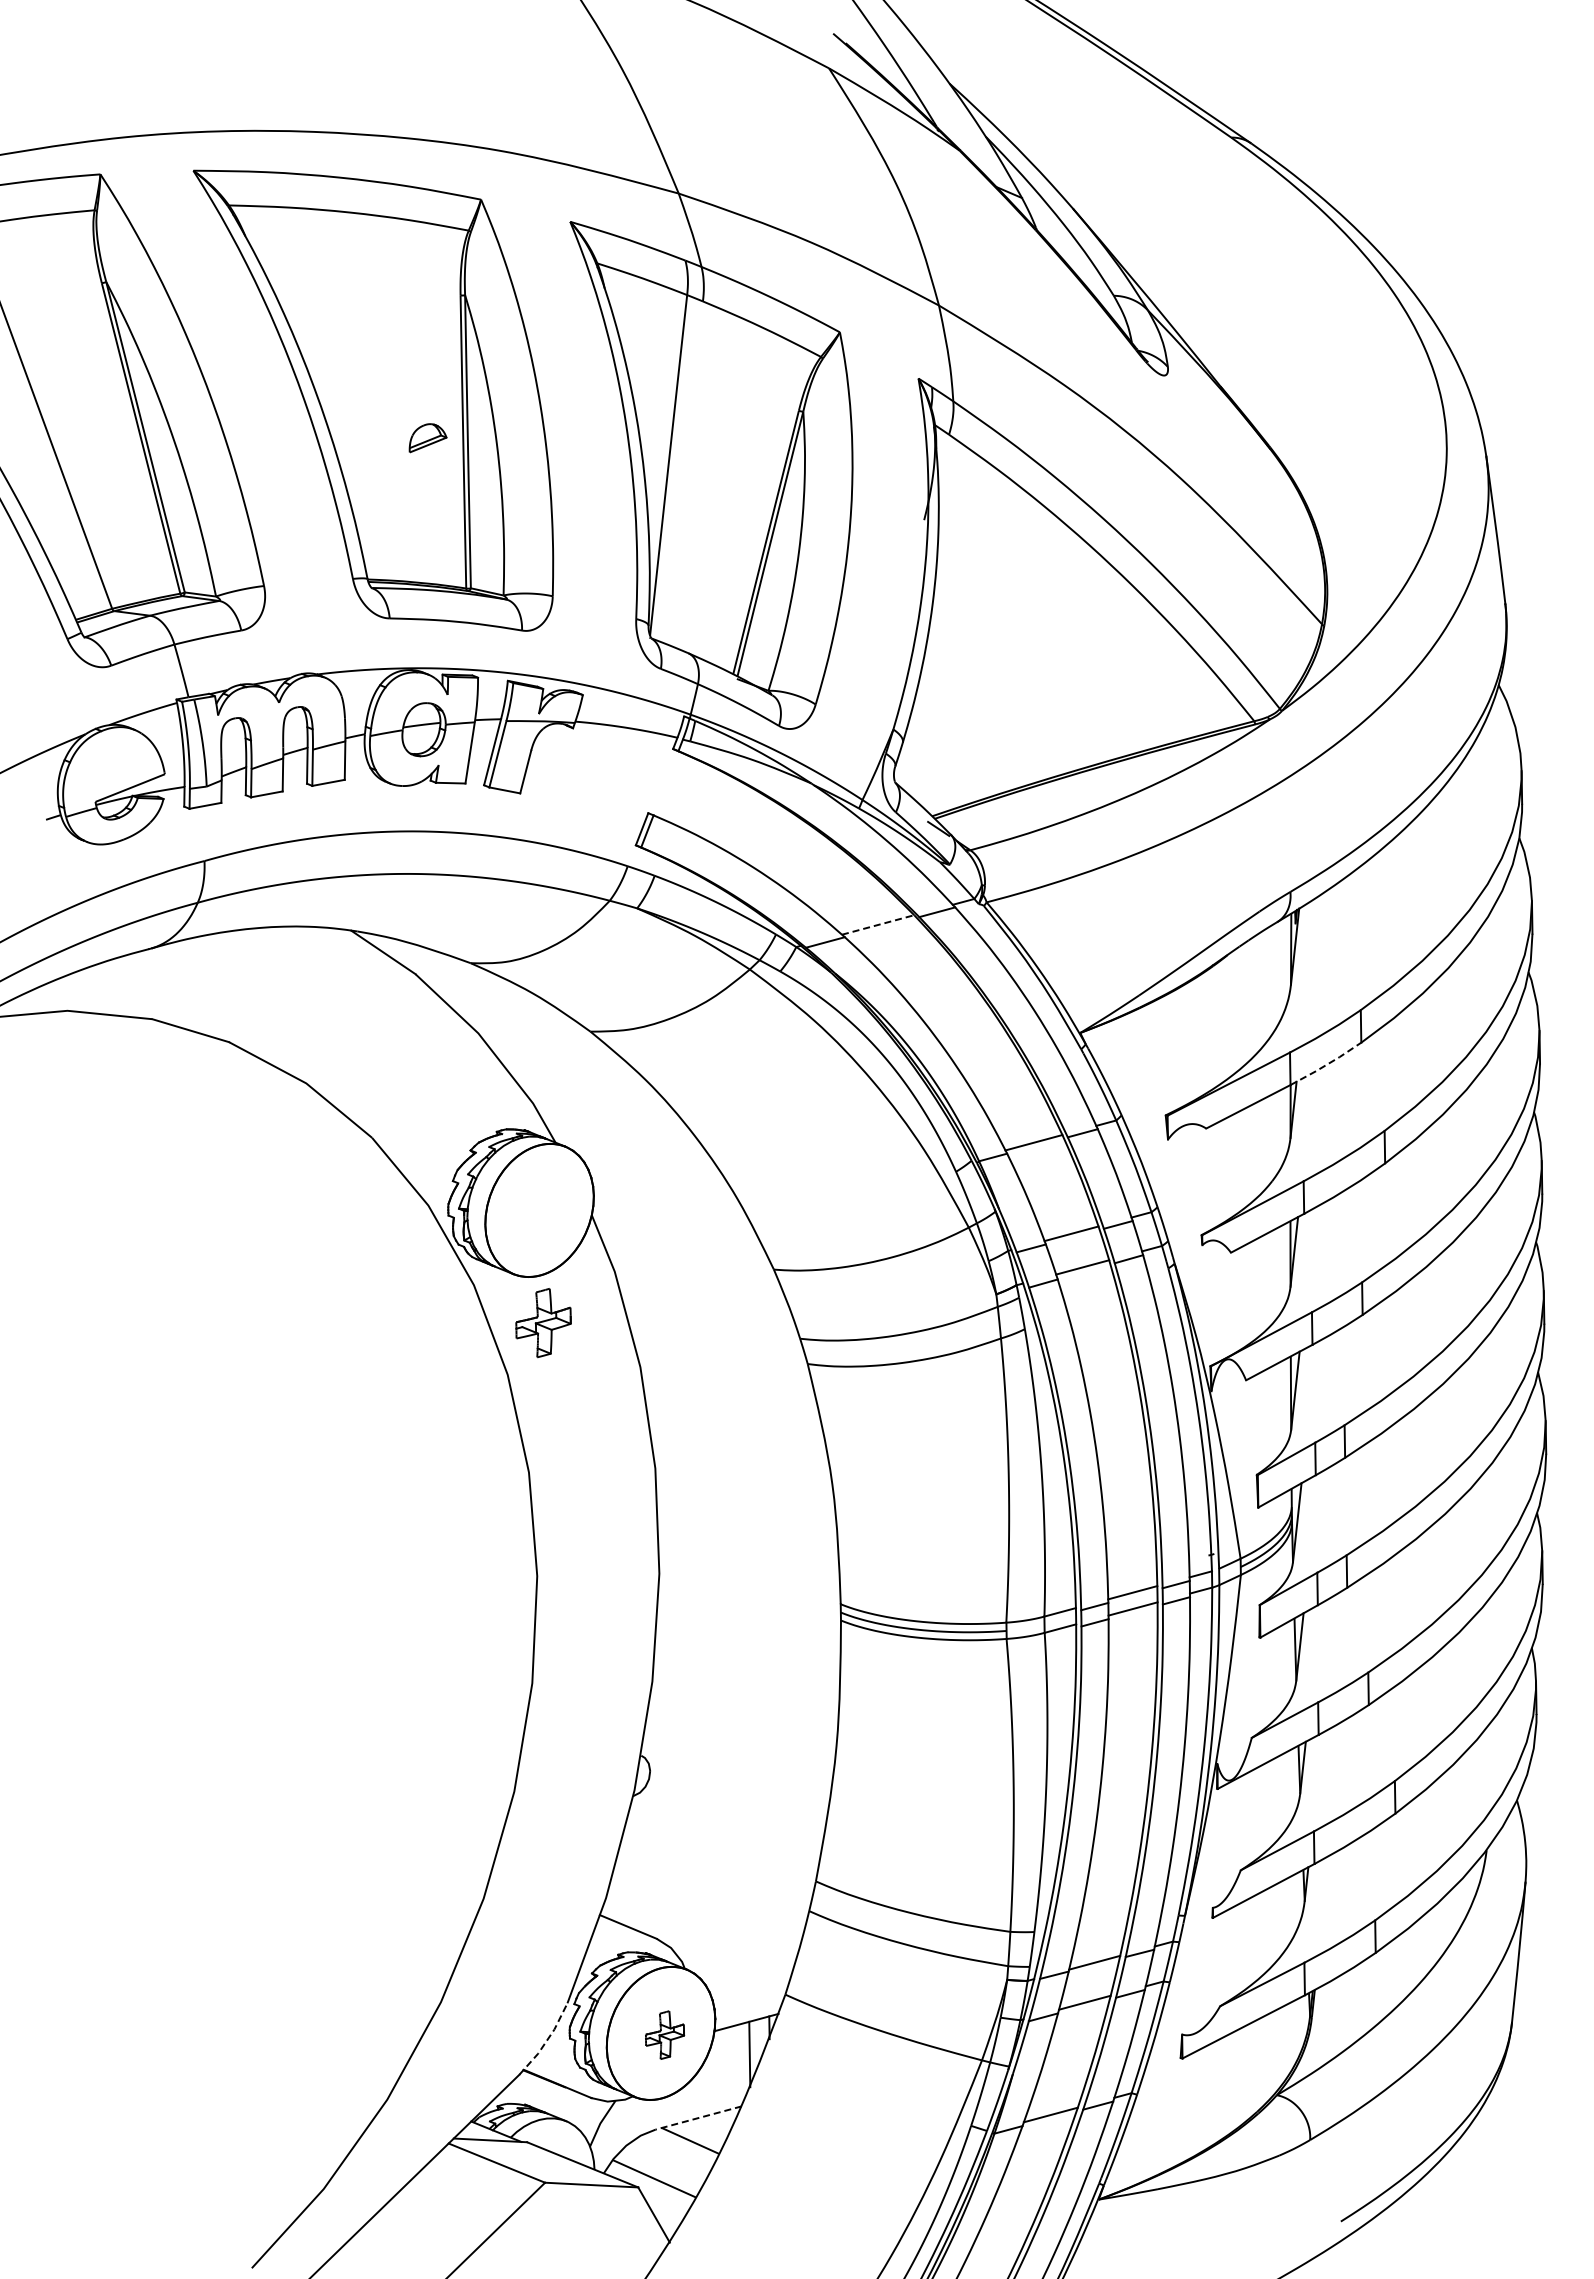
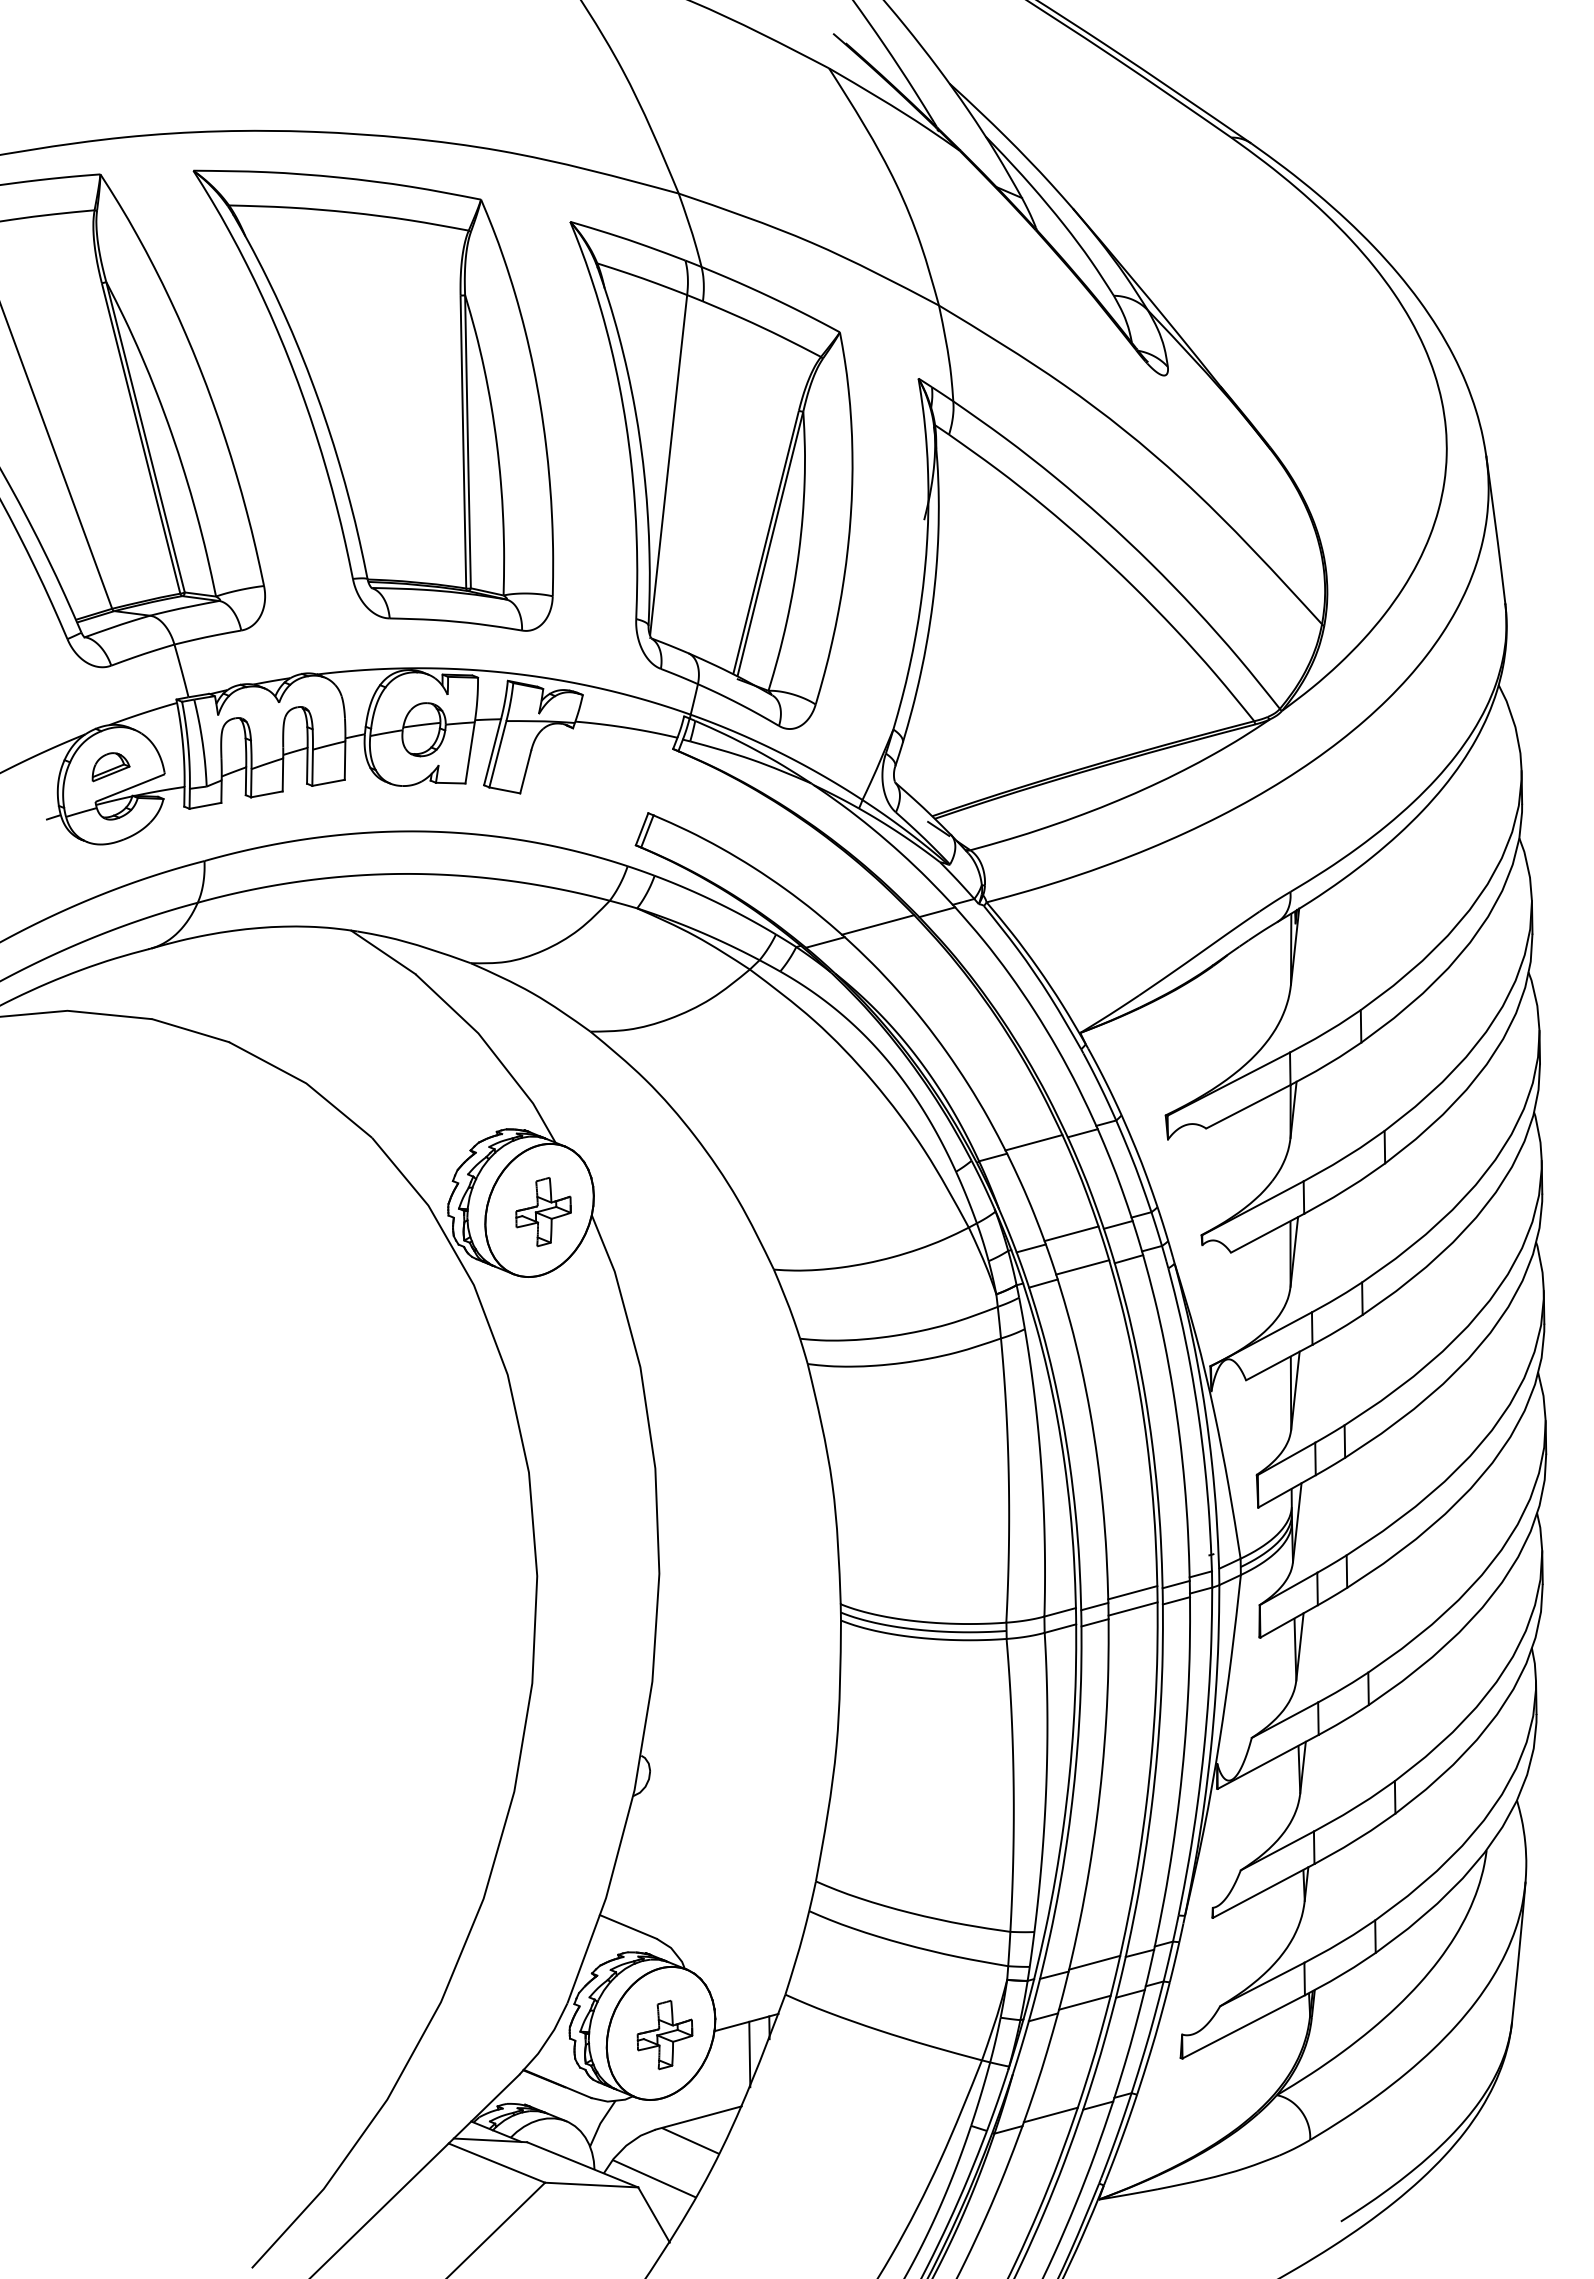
part at (427, 438) position: (427, 438) -> (110, 767)
line at (878, 924): dashed -> solid
line at (1326, 1064): dashed -> solid
part at (543, 1323) position: (543, 1323) -> (543, 1212)
part at (665, 2034) size: 41x50 px -> 58x71 px
line at (546, 2041): dashed -> solid
line at (698, 2118): dashed -> solid
